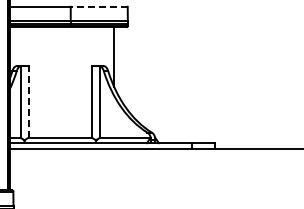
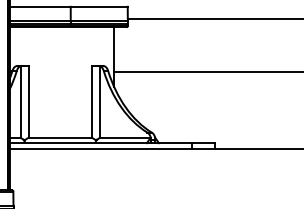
line at (98, 6): dashed -> solid
line at (213, 18): none -> present
line at (207, 72): none -> present
line at (28, 101): dashed -> solid
